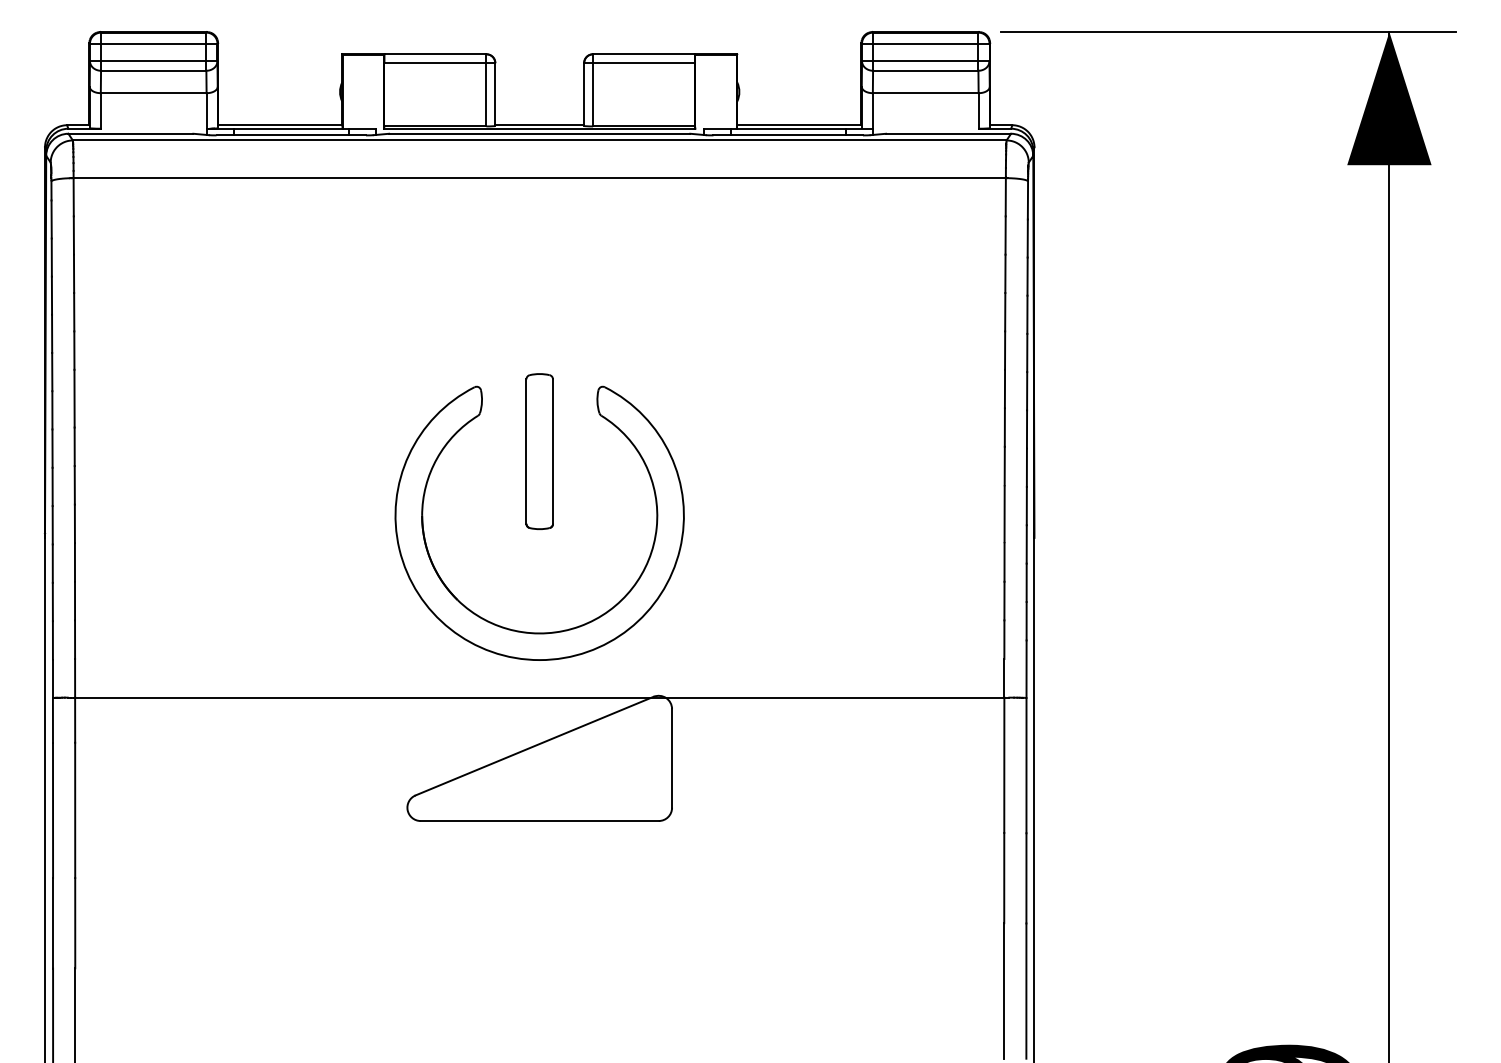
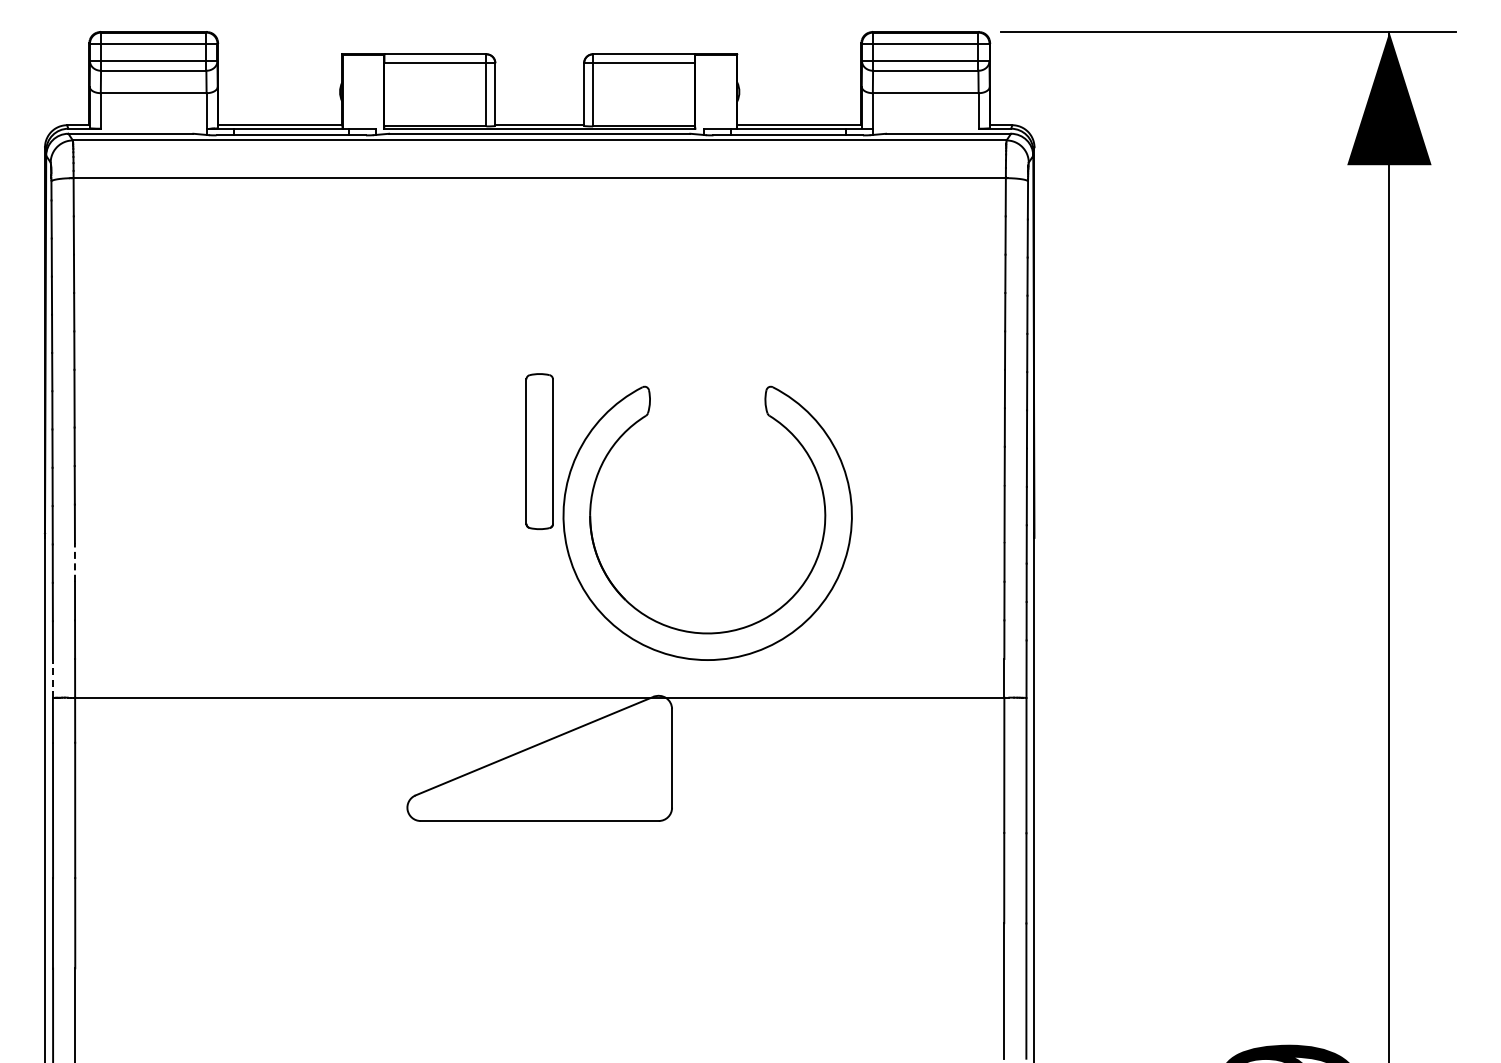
line at (74, 561): solid -> dashed
part at (526, 631) position: (526, 631) -> (694, 631)
line at (52, 678): solid -> dashed
